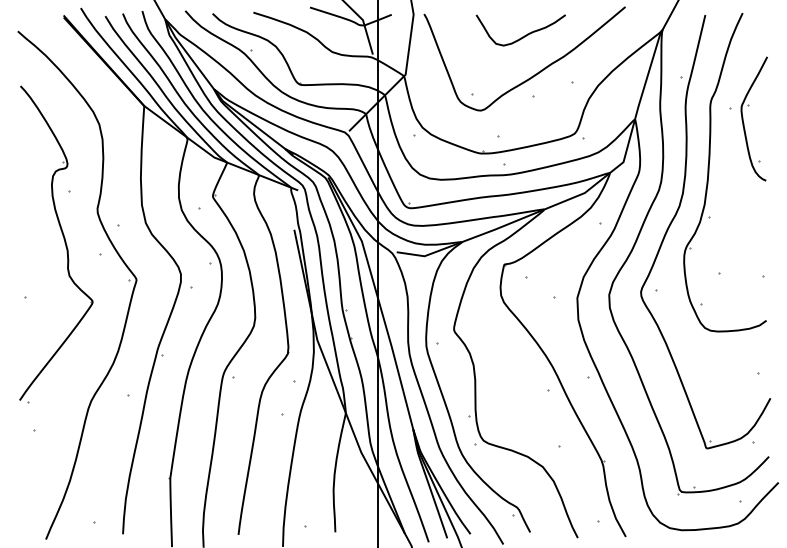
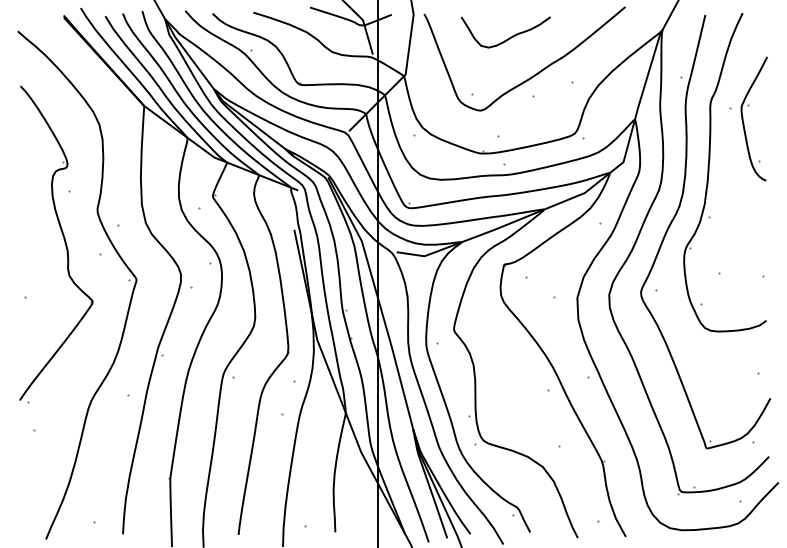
curve at (522, 36) position: (522, 36) -> (507, 38)
